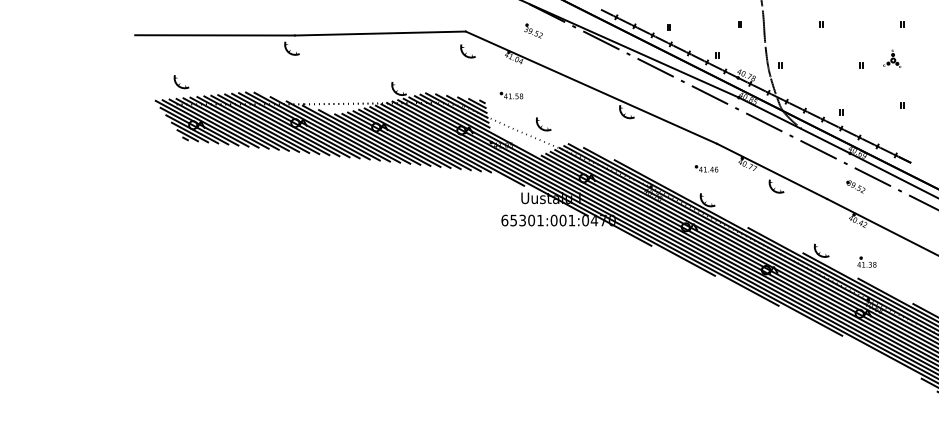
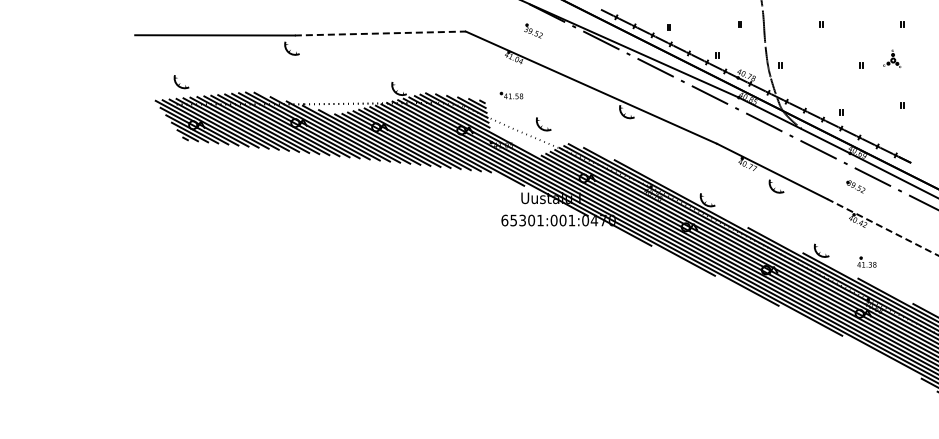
line at (380, 33): solid -> dashed
part at (467, 51): present -> none
part at (706, 168): present -> none
line at (883, 227): solid -> dashed
